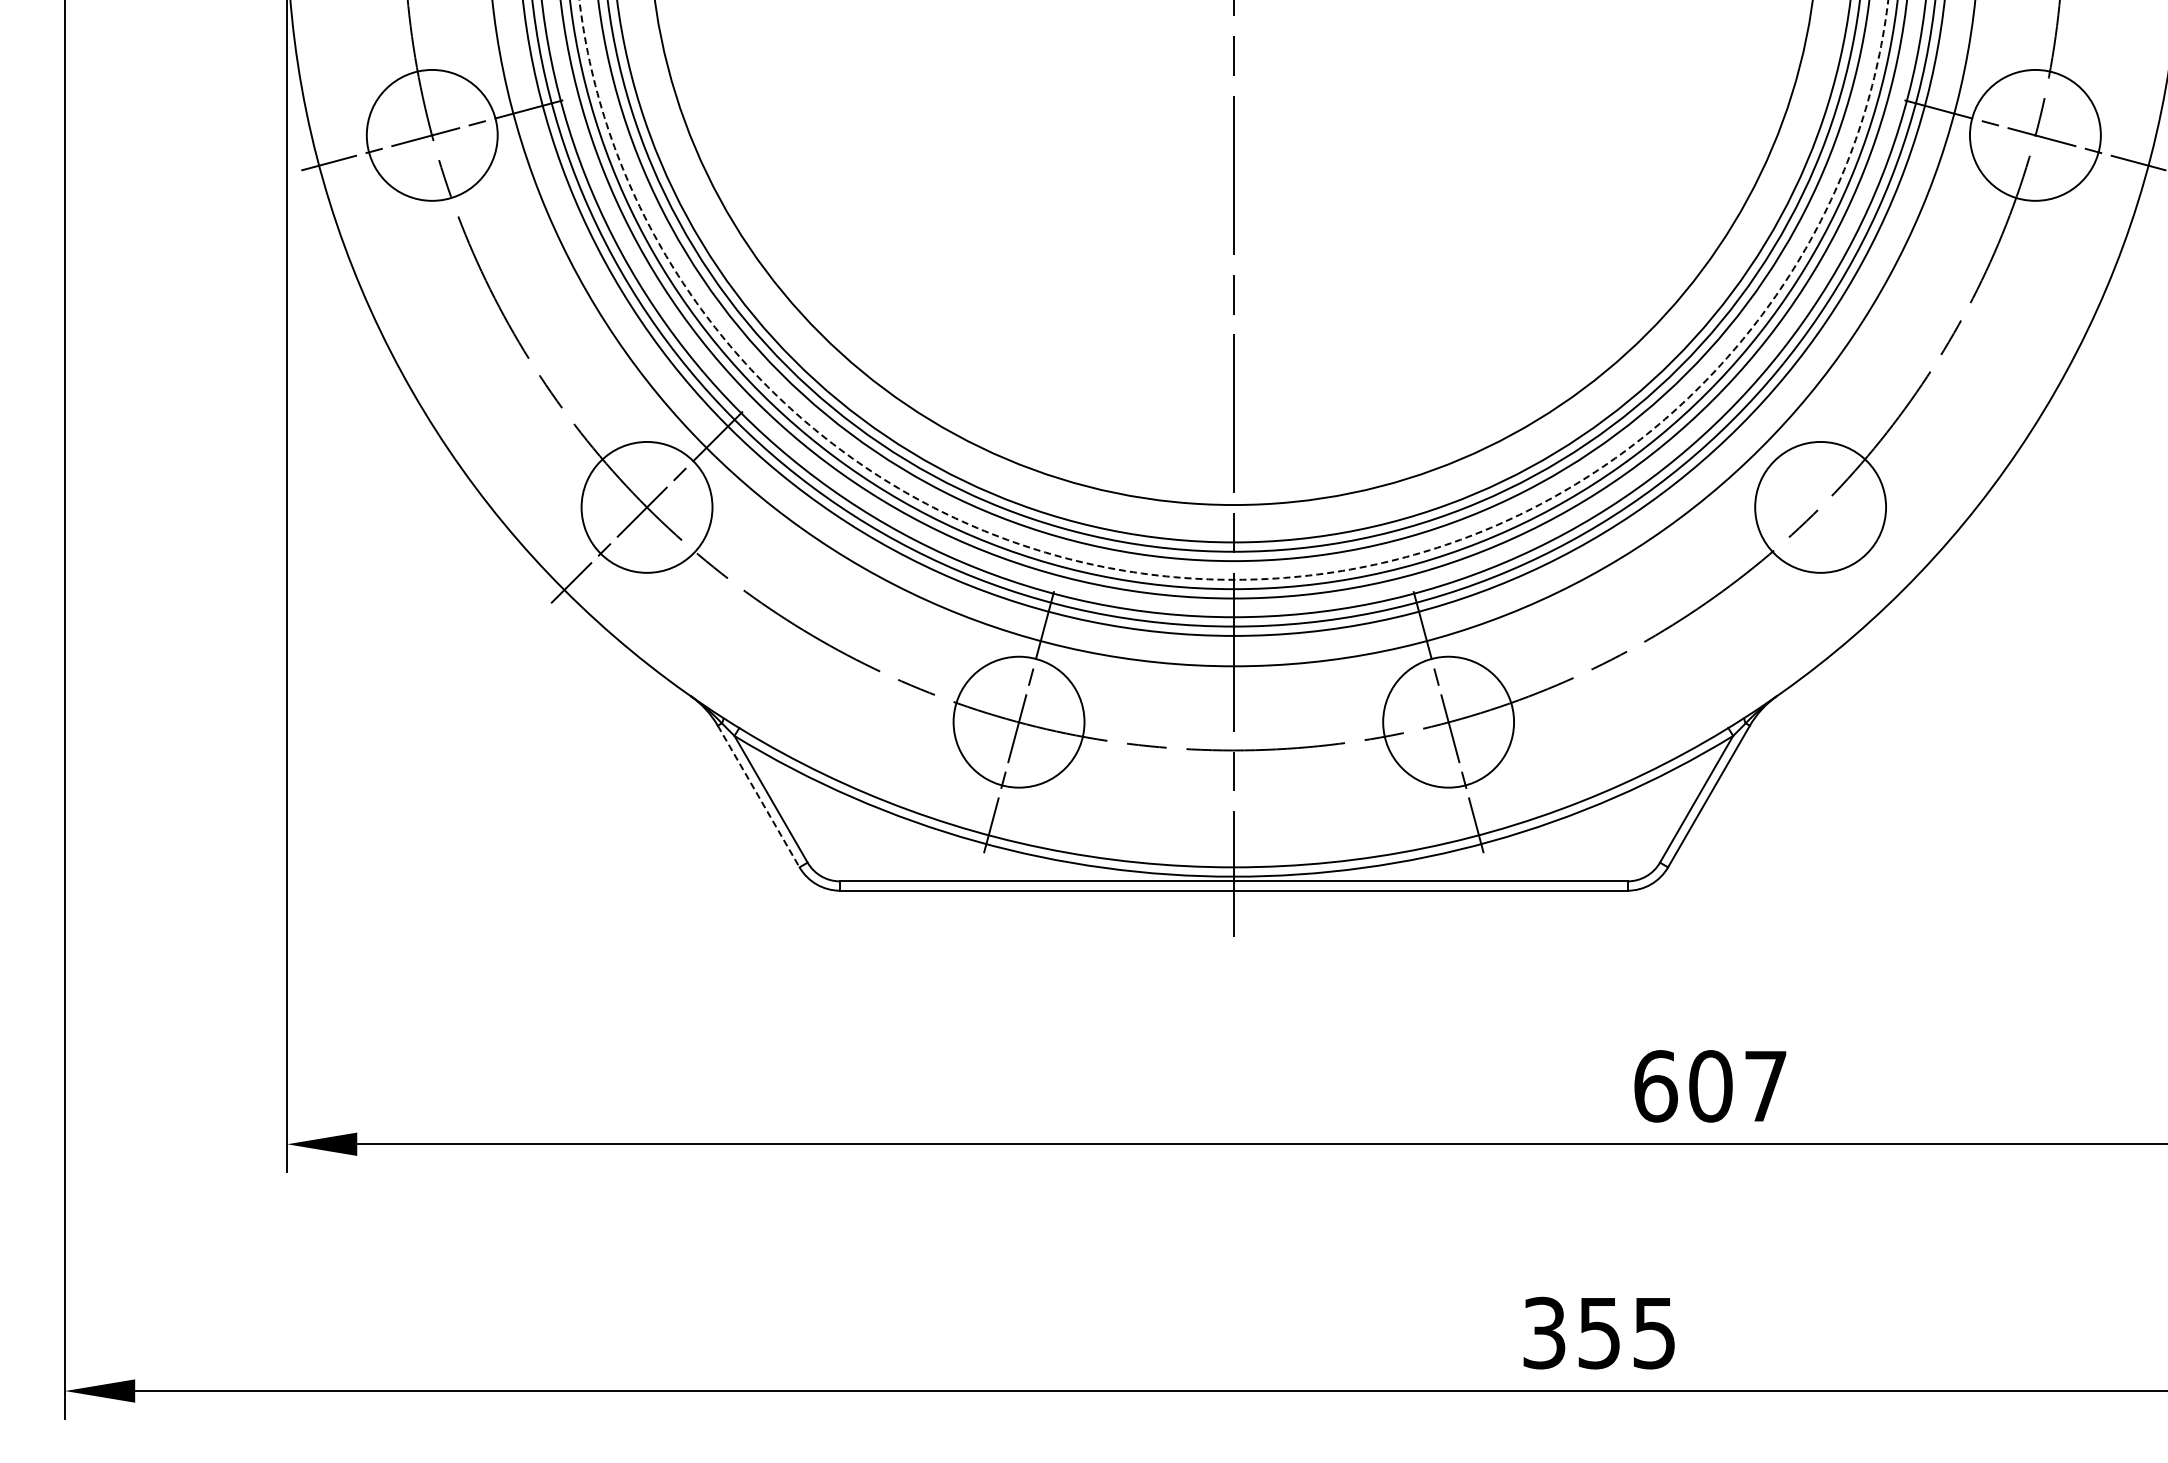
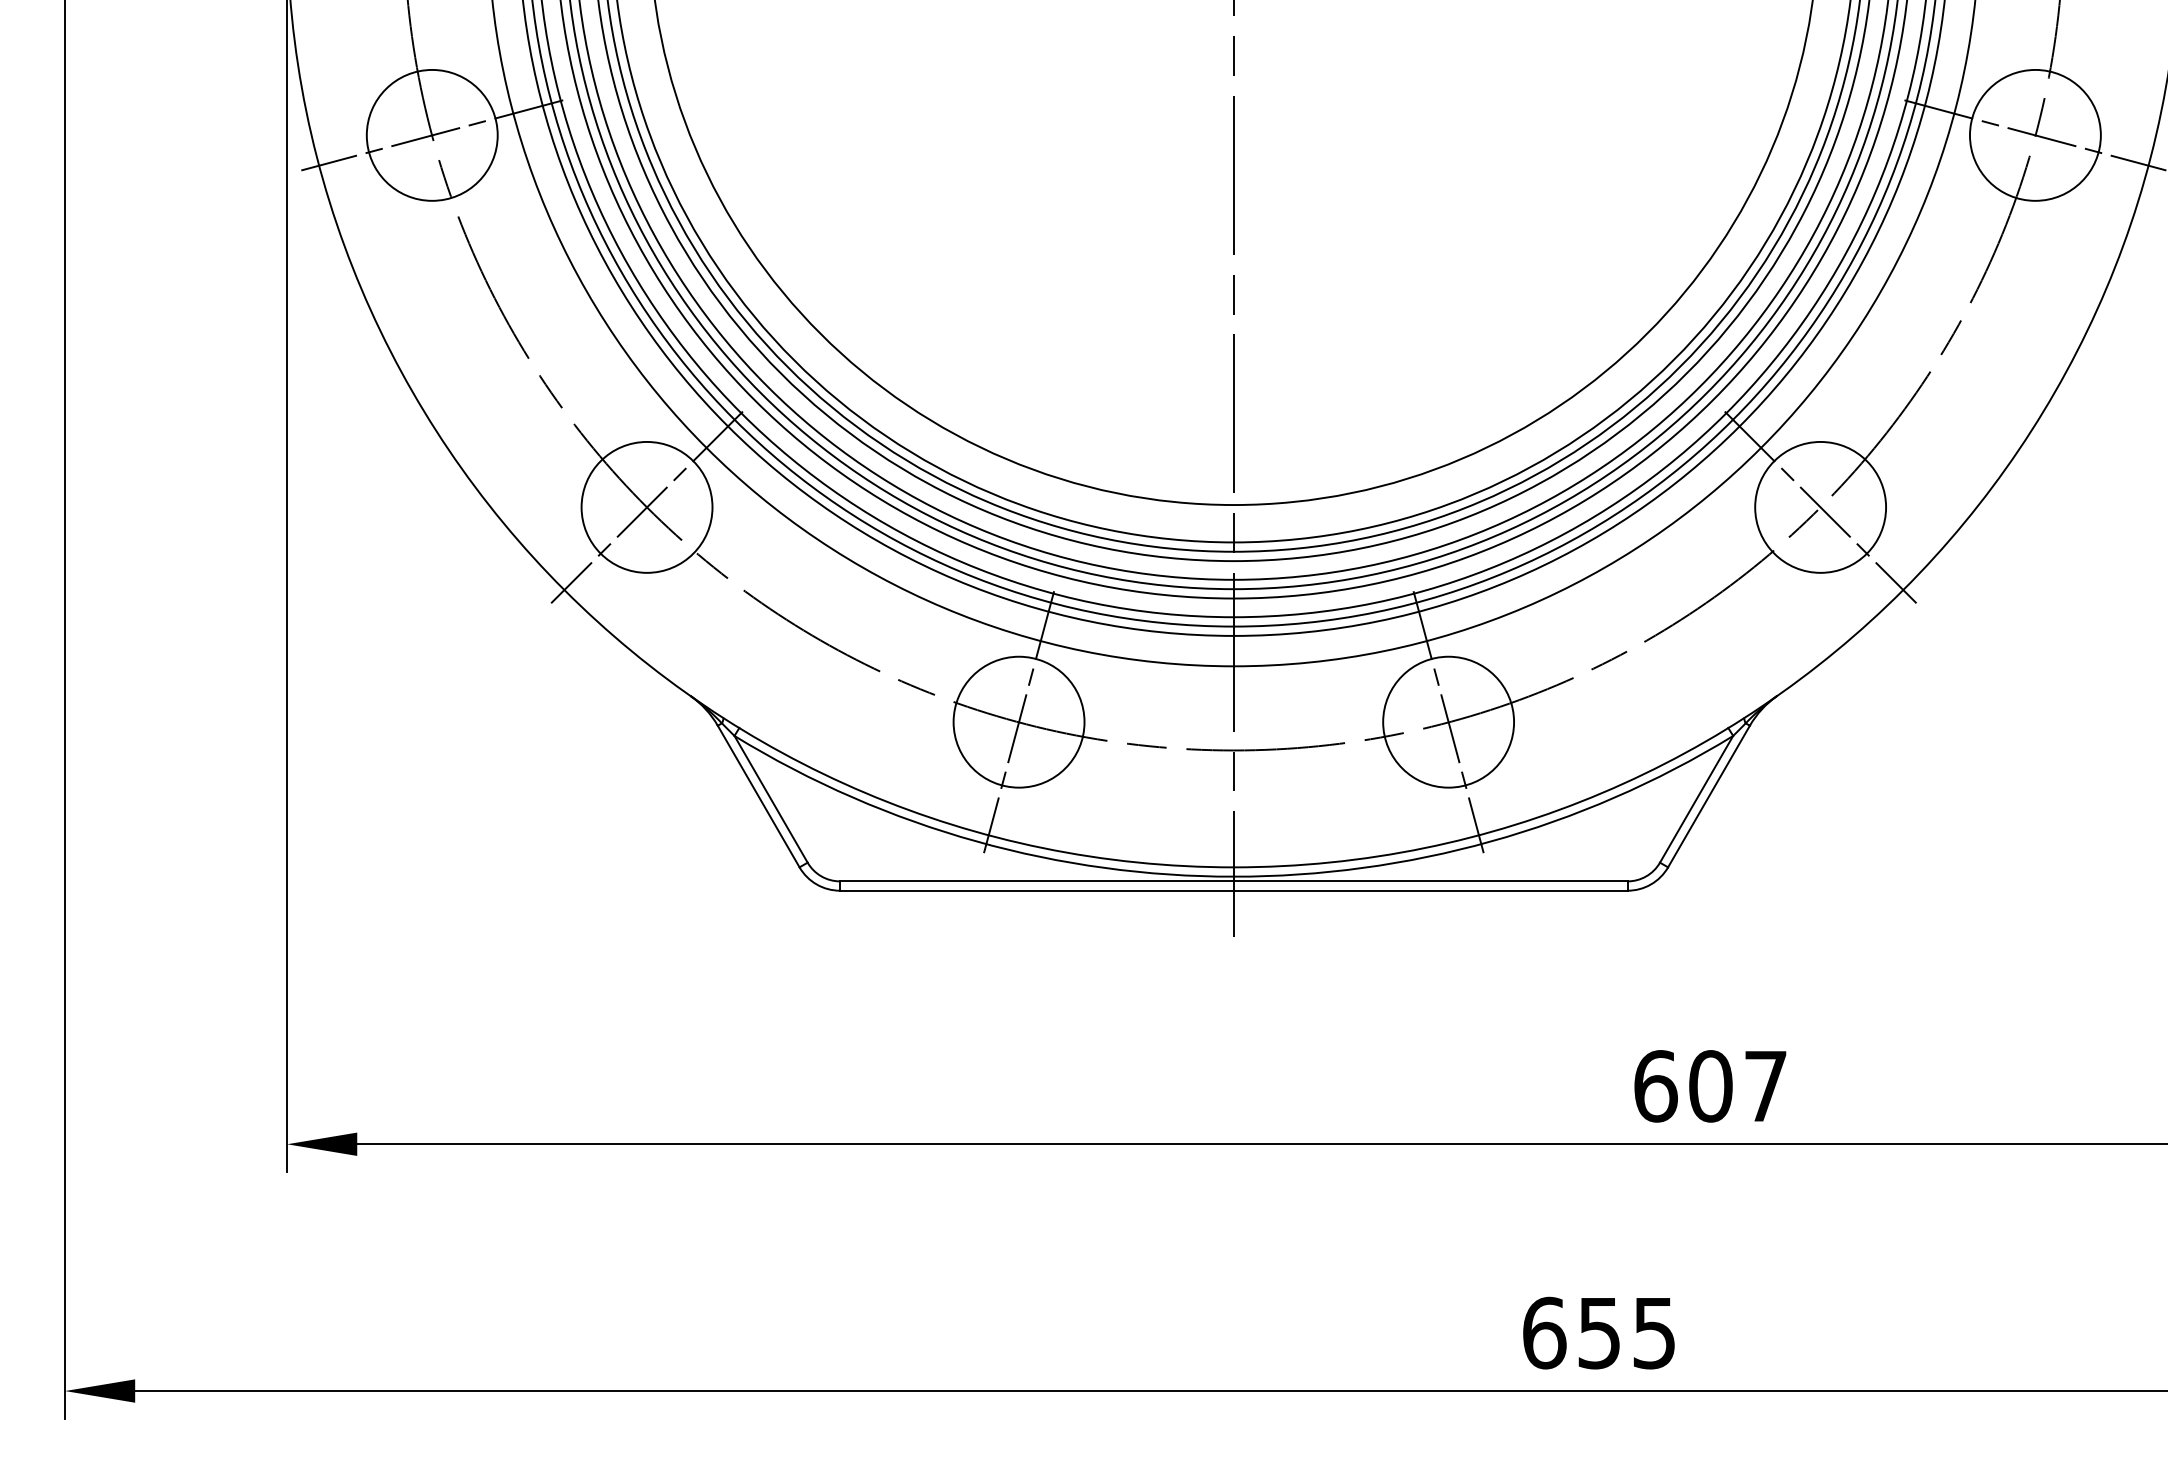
circle at (1233, 289): dashed -> solid
line at (1820, 507): none -> present
line at (758, 796): dashed -> solid
text at (1544, 1332): 355 -> 655
